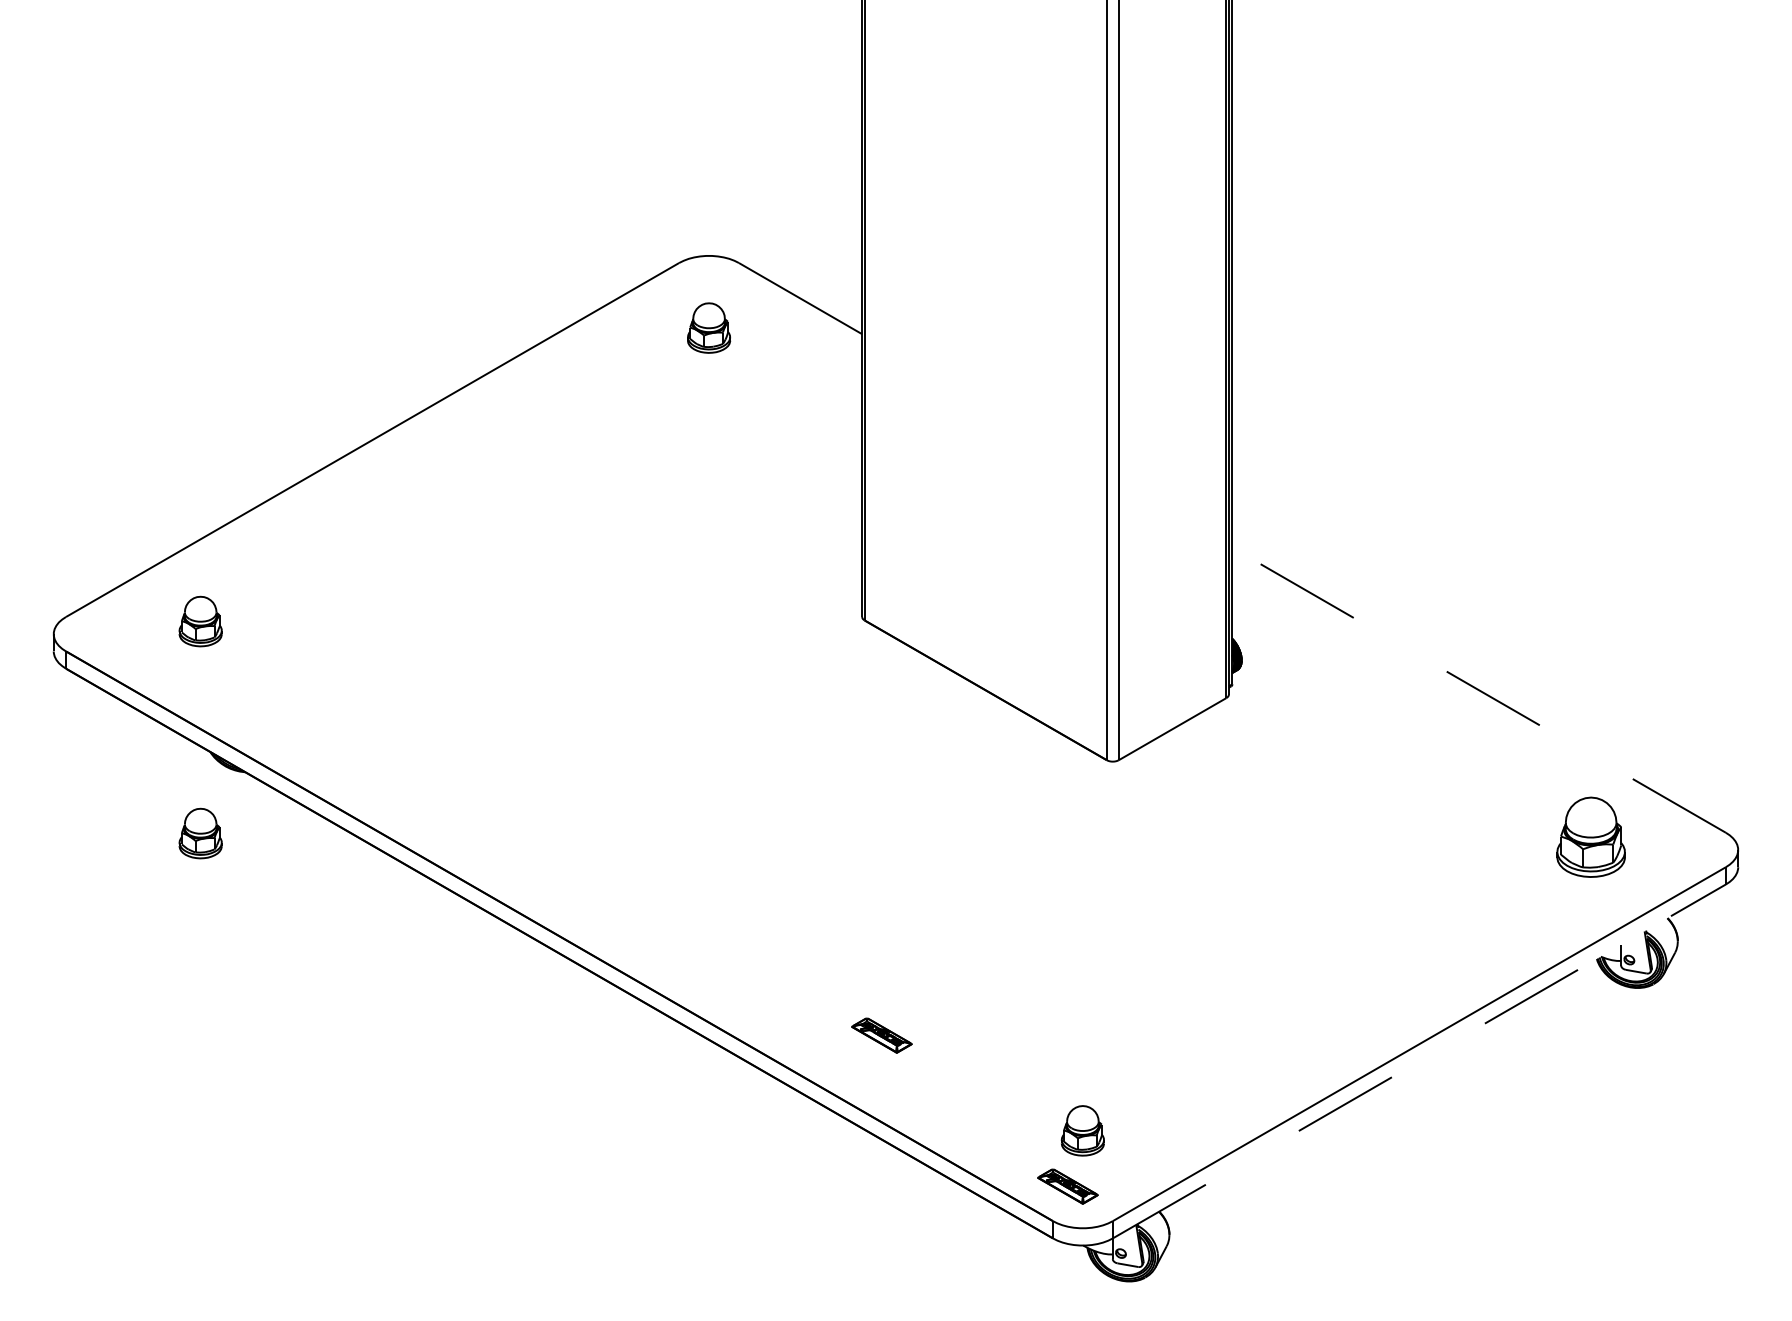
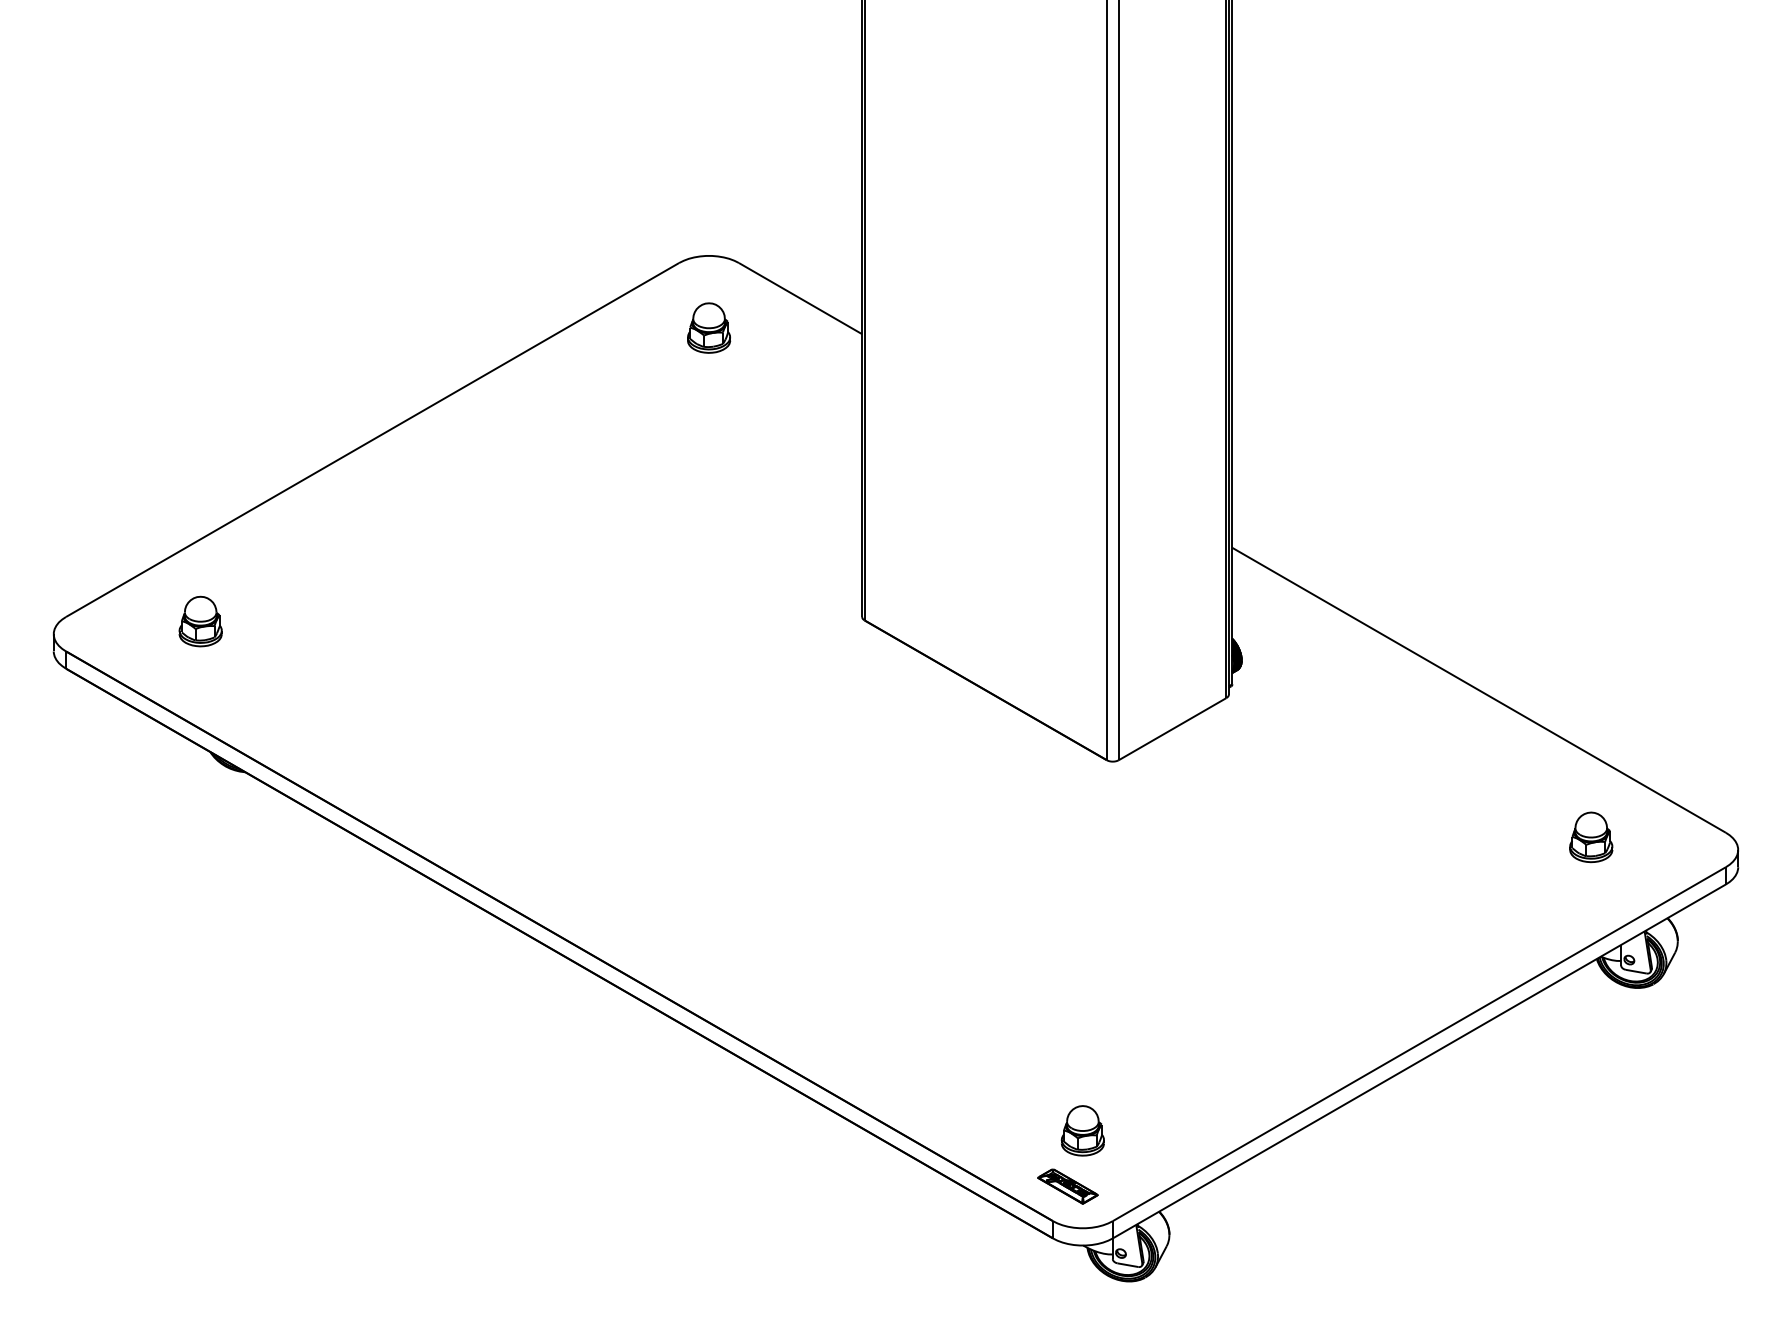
line at (1479, 690): dashed -> solid
part at (200, 833): present -> none
part at (1590, 836) size: 70x82 px -> 45x53 px
part at (881, 1035): present -> none
line at (1419, 1061): dashed -> solid
